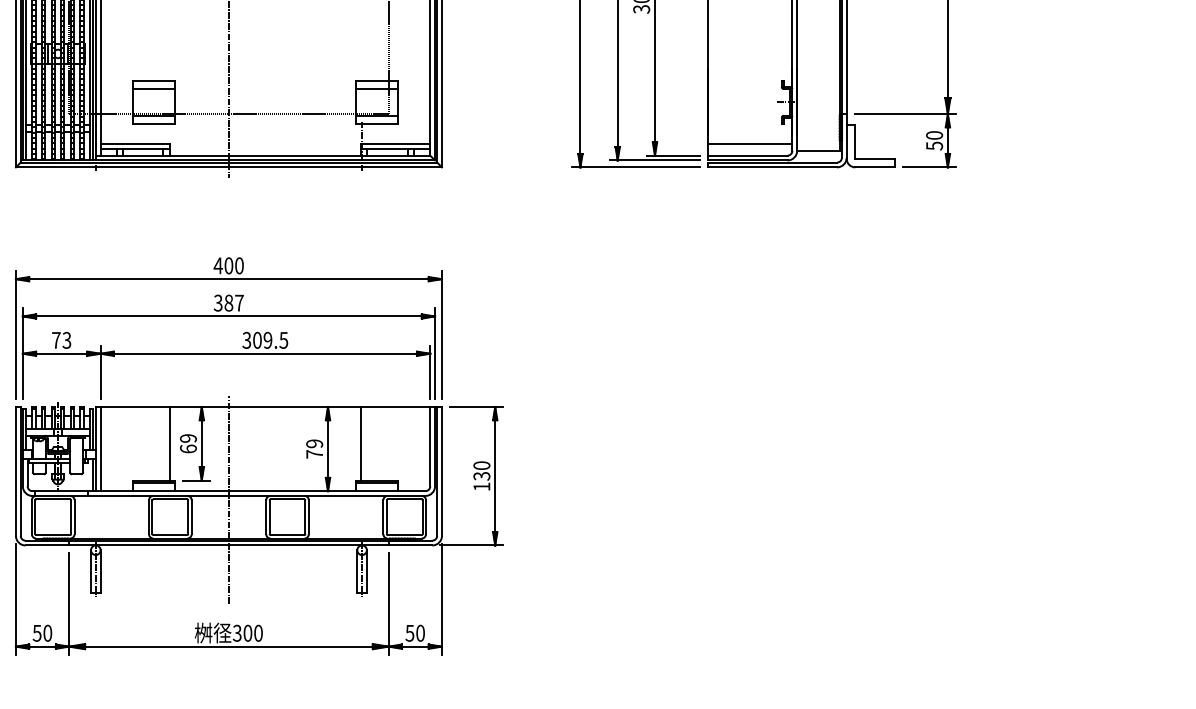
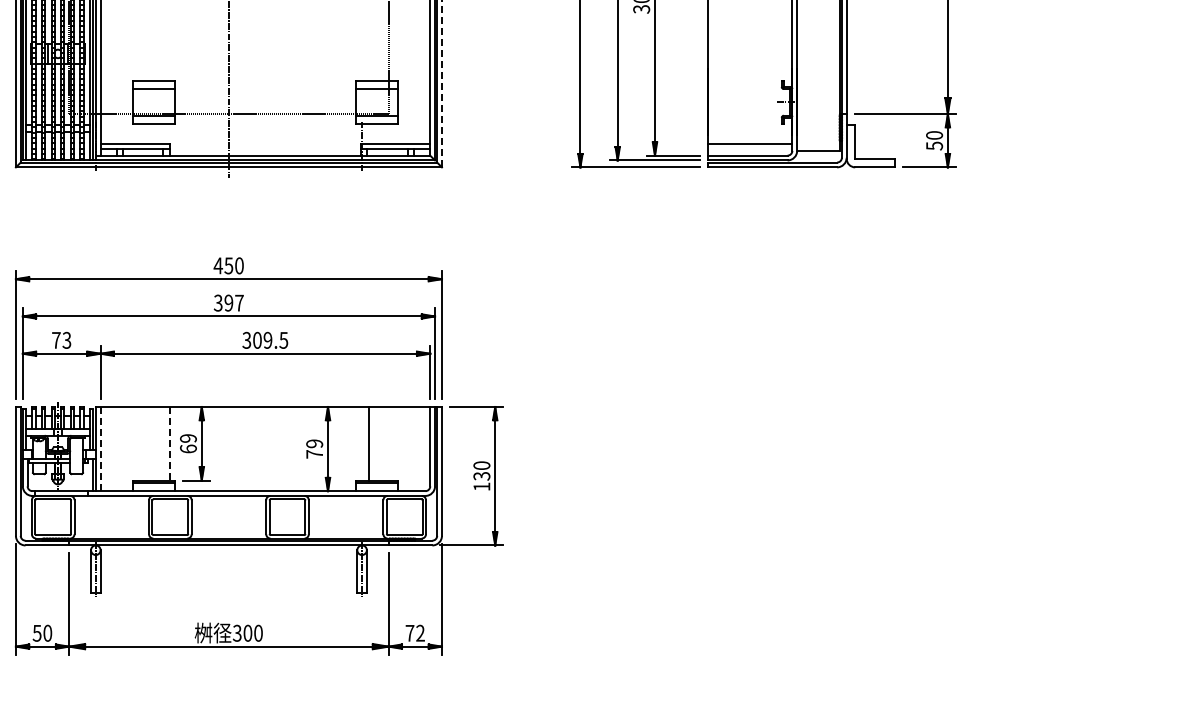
line at (441, 83): solid -> dashed
text at (228, 265): 400 -> 450
text at (228, 302): 387 -> 397
line at (169, 443): solid -> dashed
line at (361, 443) position: (361, 443) -> (369, 443)
line at (100, 449): solid -> dashed
line at (228, 500): present -> none
text at (414, 632): 50 -> 72
